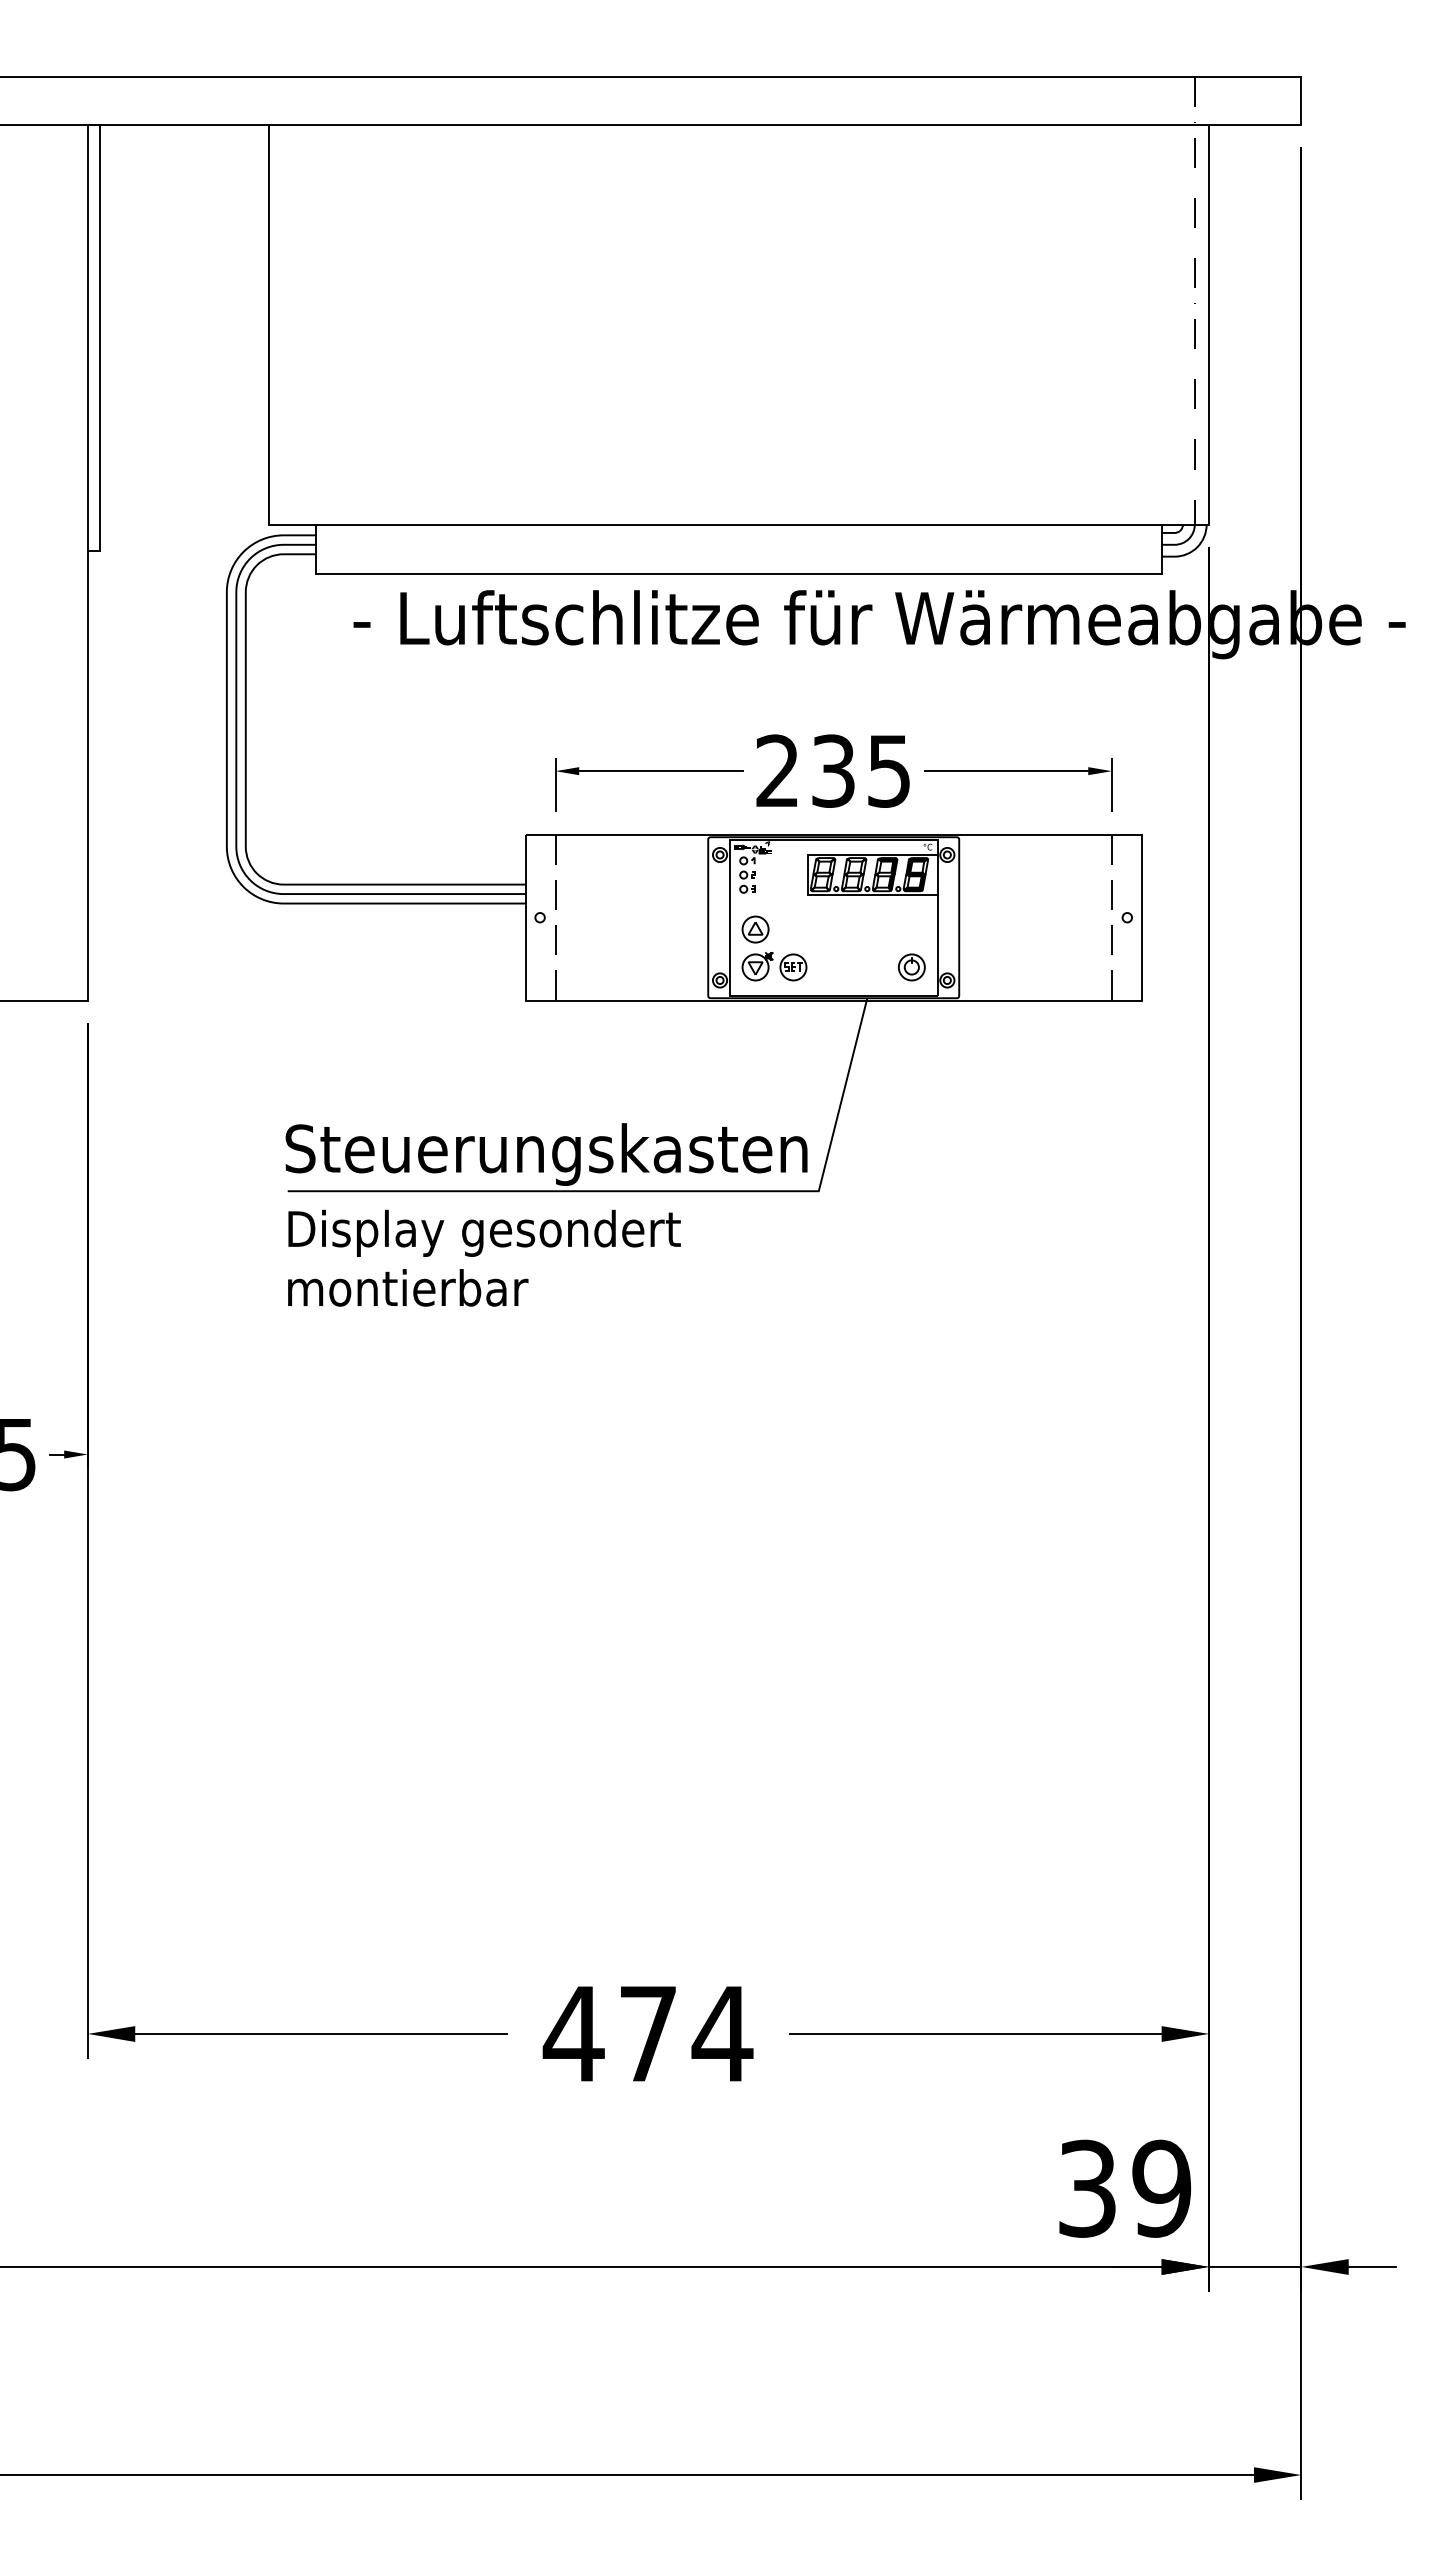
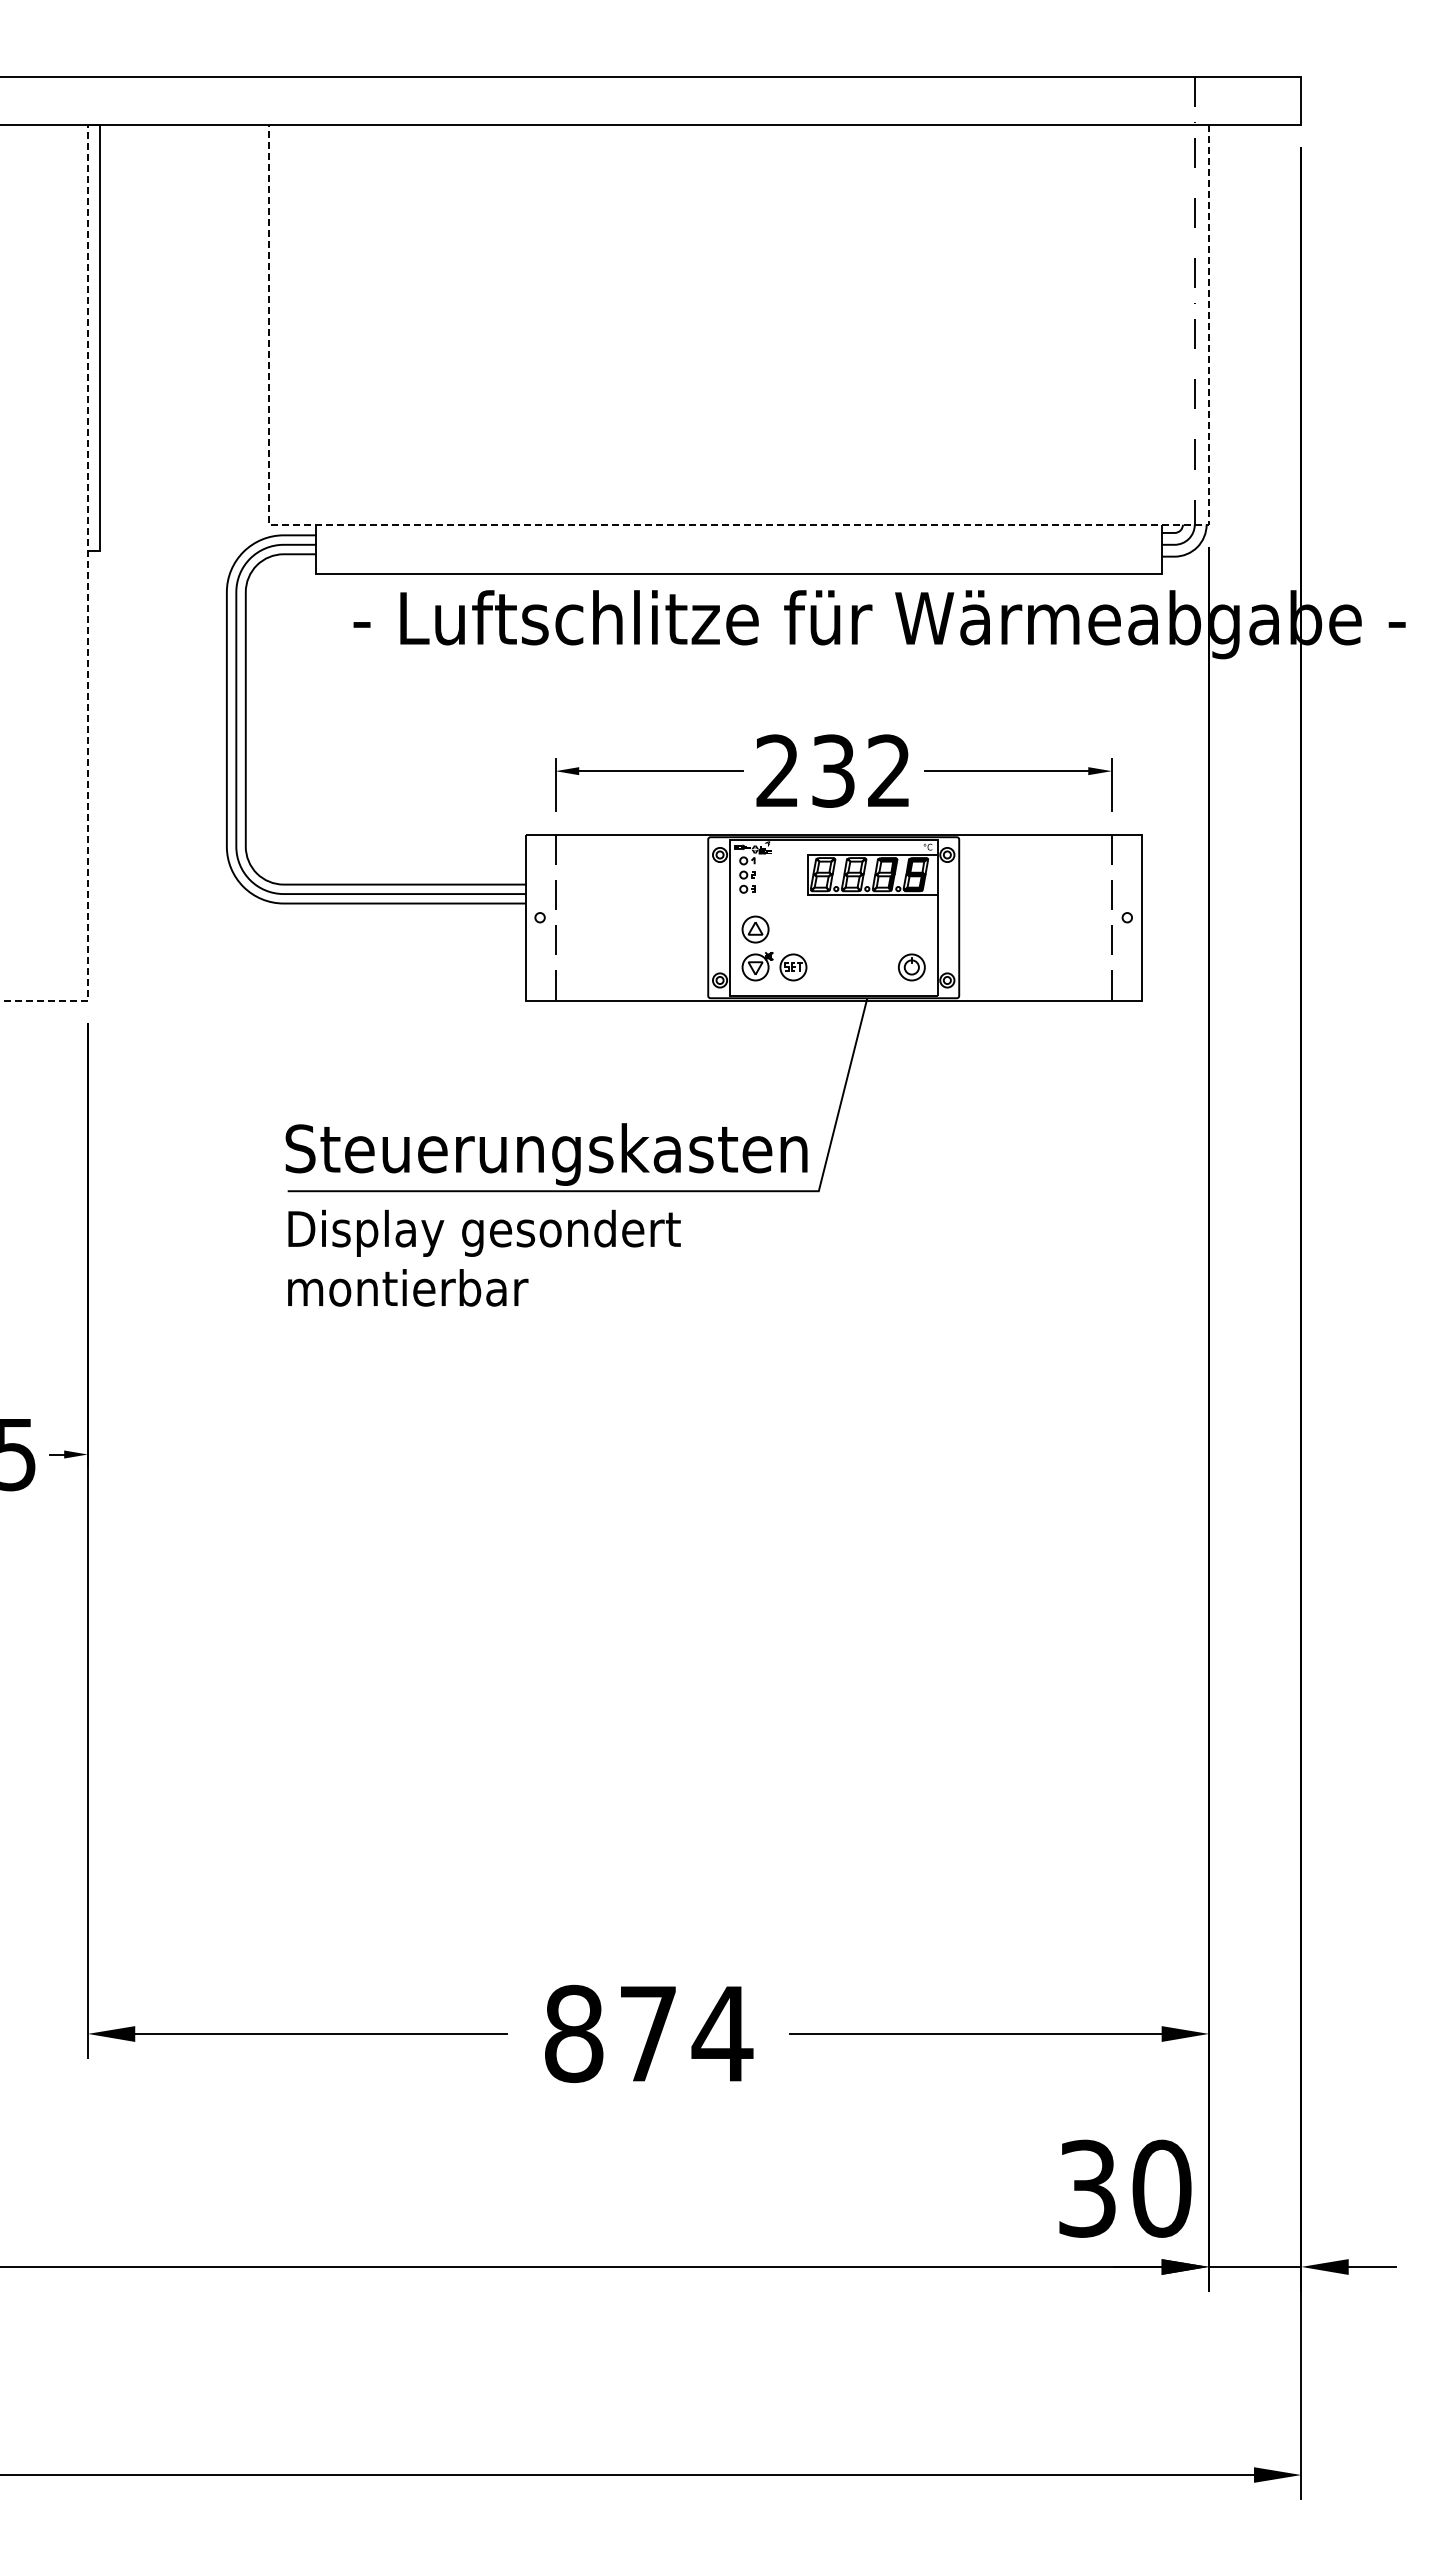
line at (738, 524): solid -> dashed
line at (87, 606): solid -> dashed
text at (888, 770): 235 -> 232
text at (573, 2033): 474 -> 874
text at (1161, 2188): 39 -> 30
